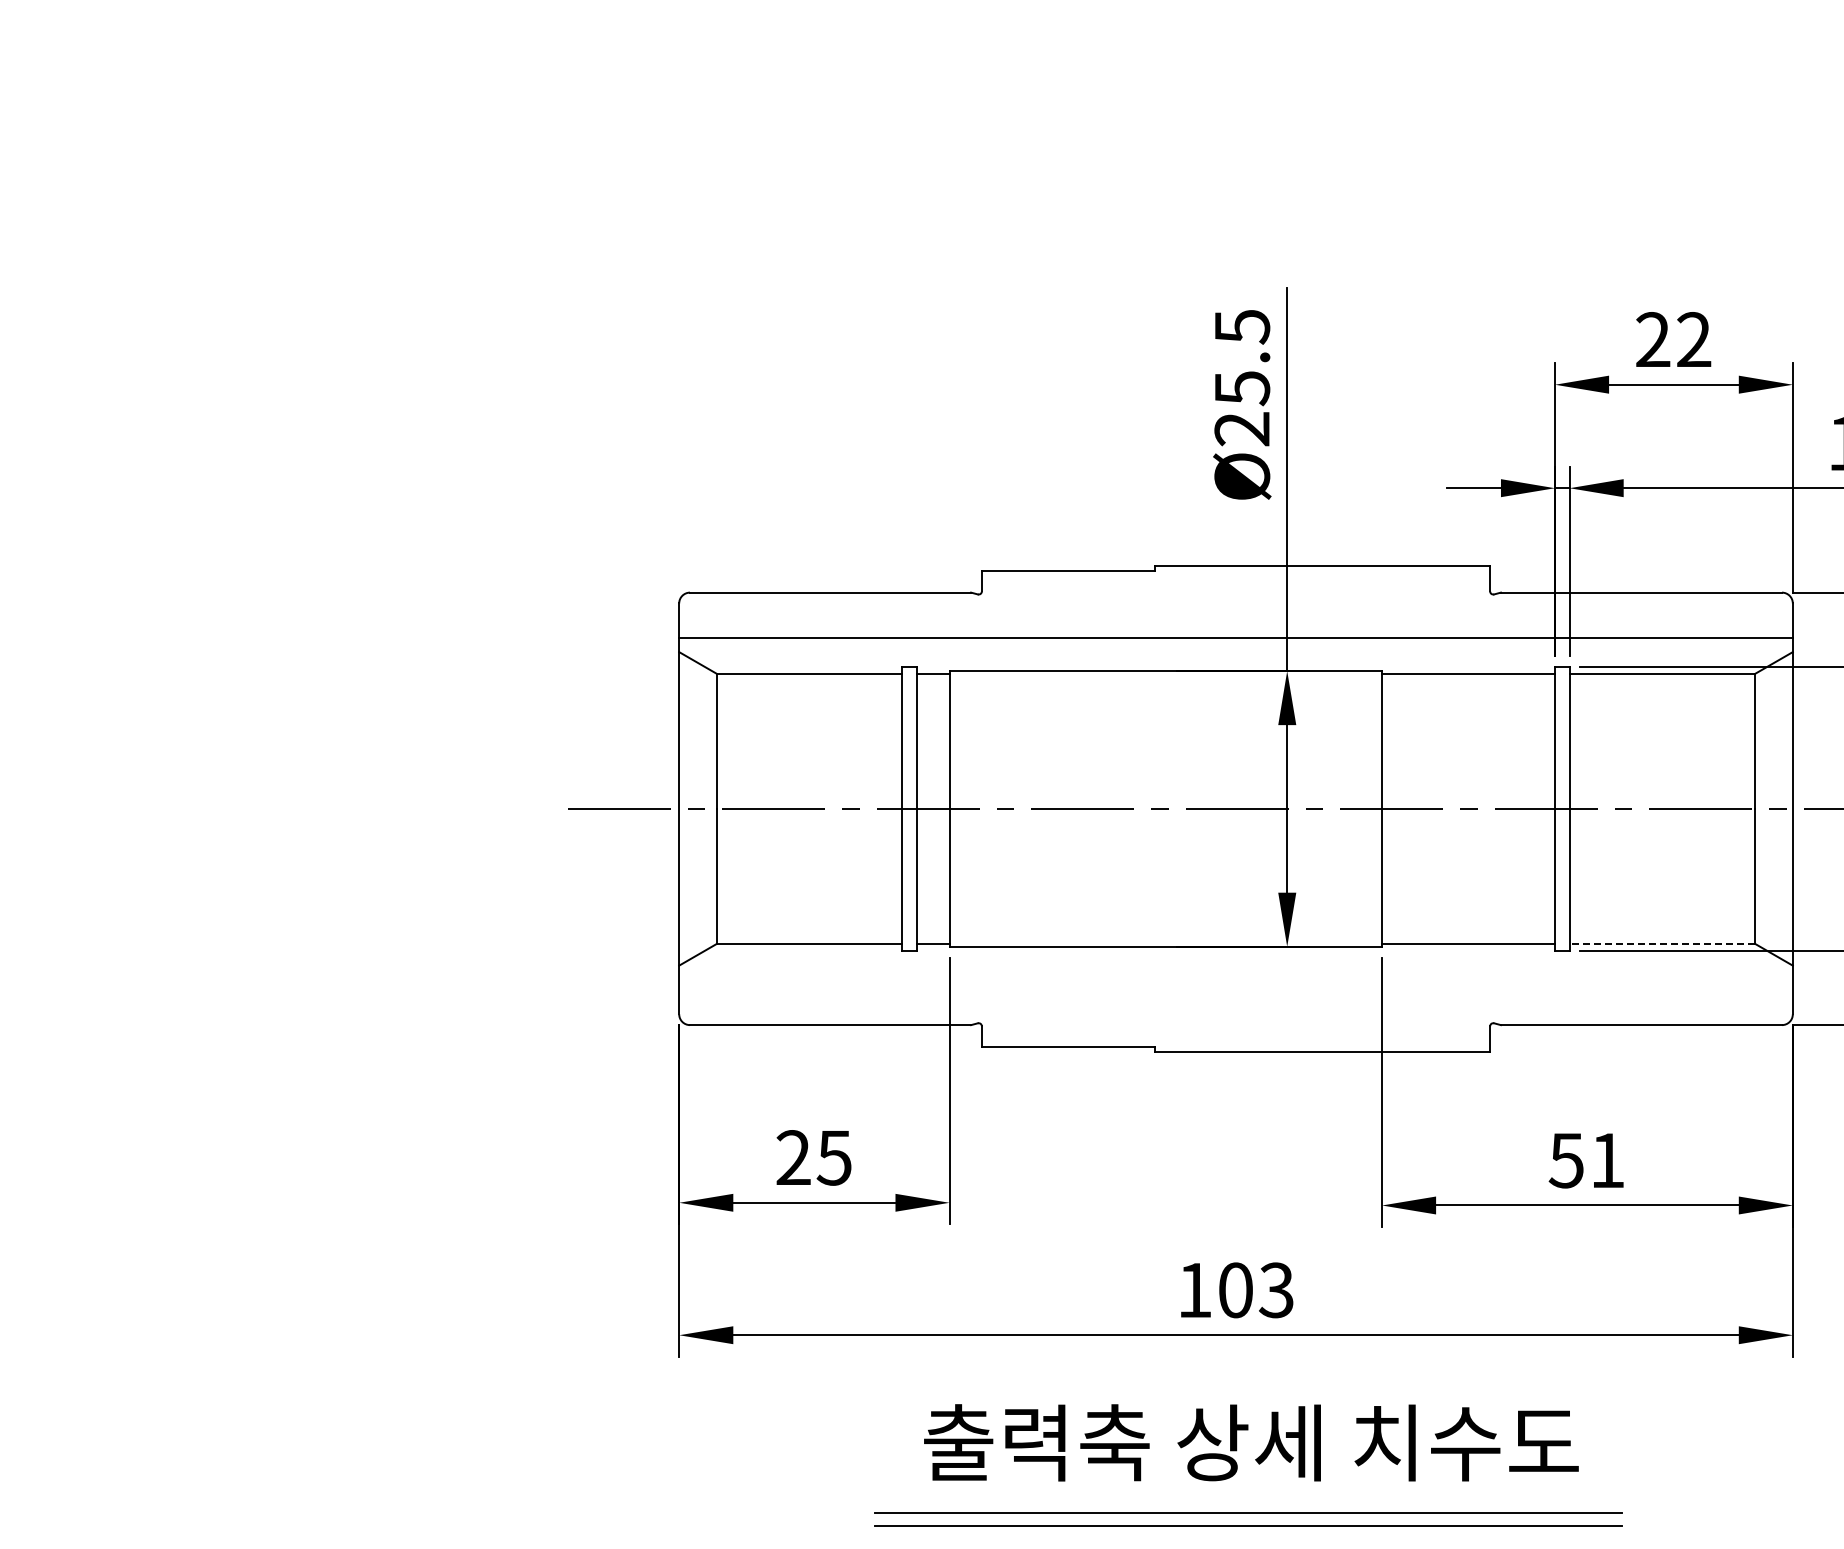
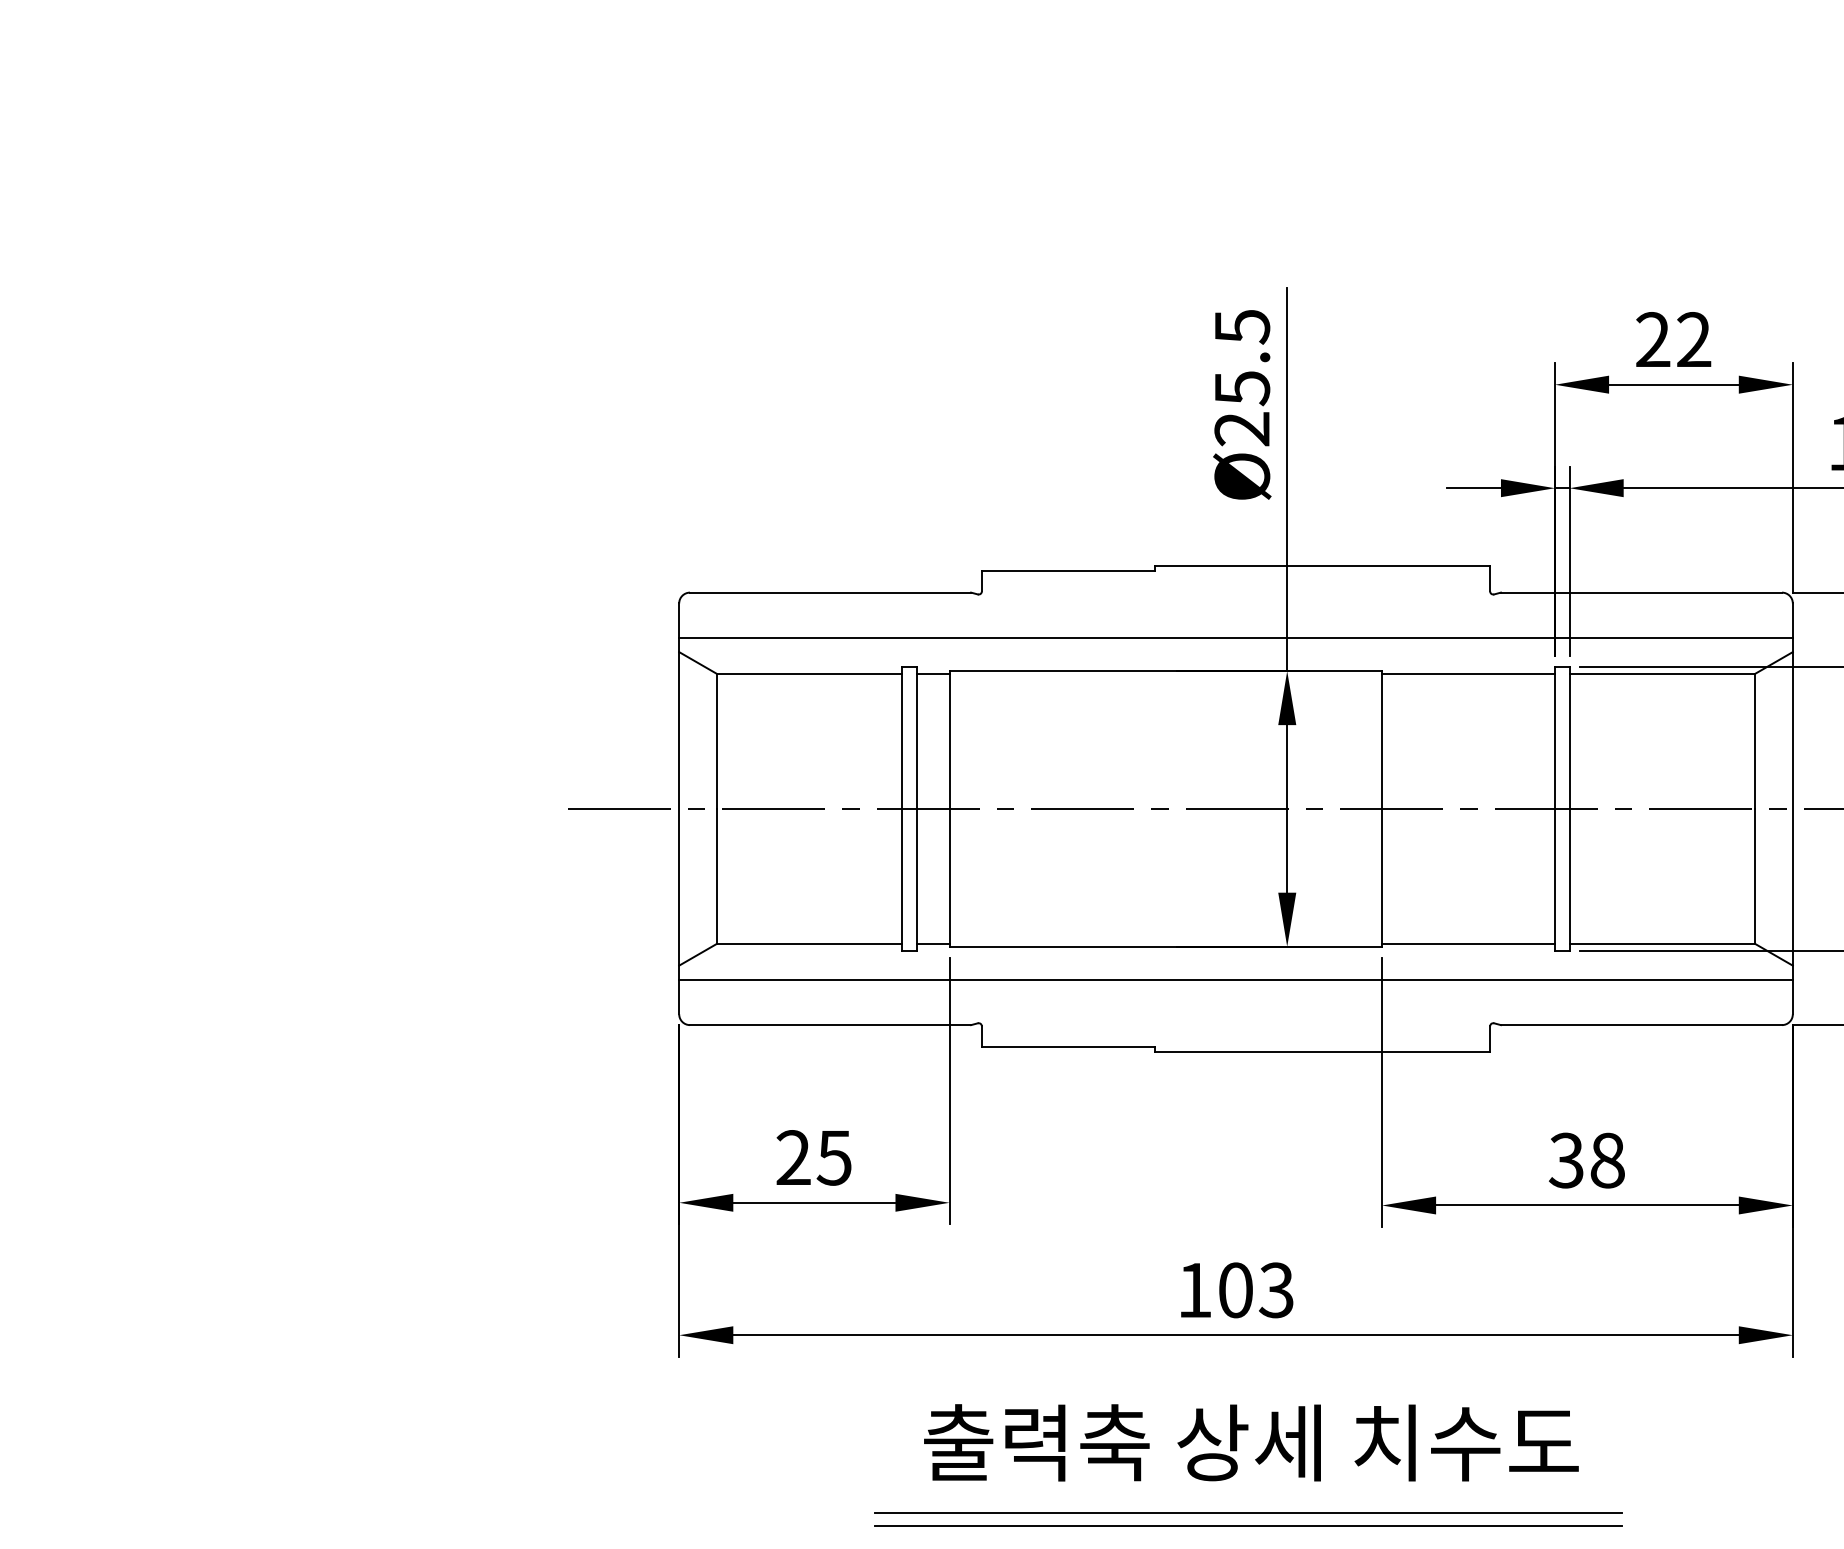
line at (1662, 944): dashed -> solid
line at (1235, 979): none -> present
text at (1586, 1160): 51 -> 38
